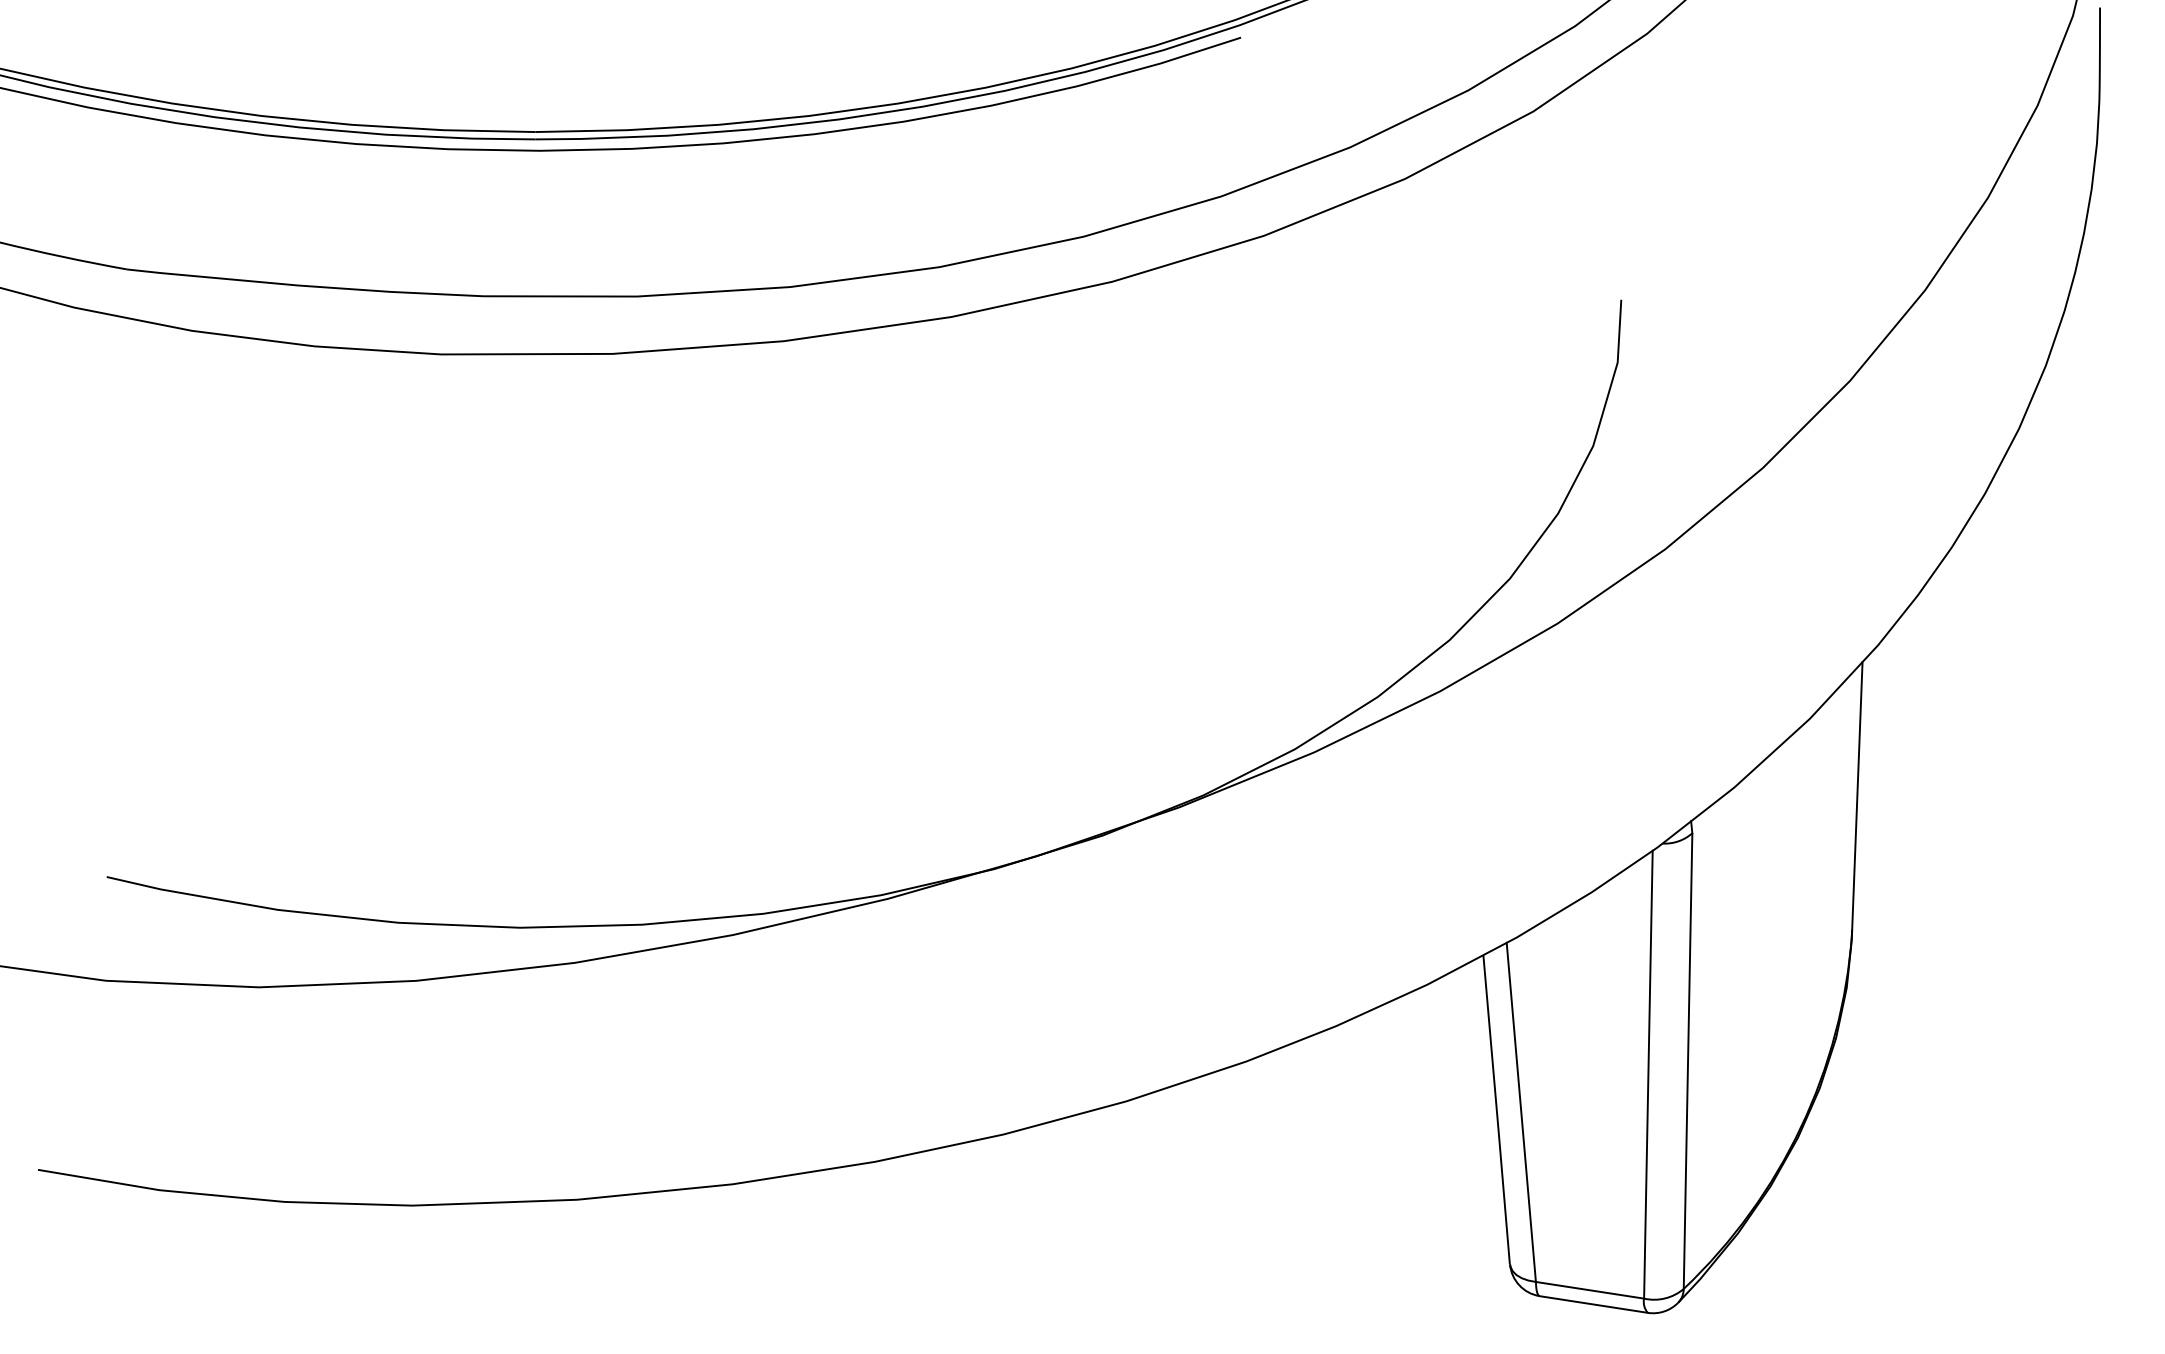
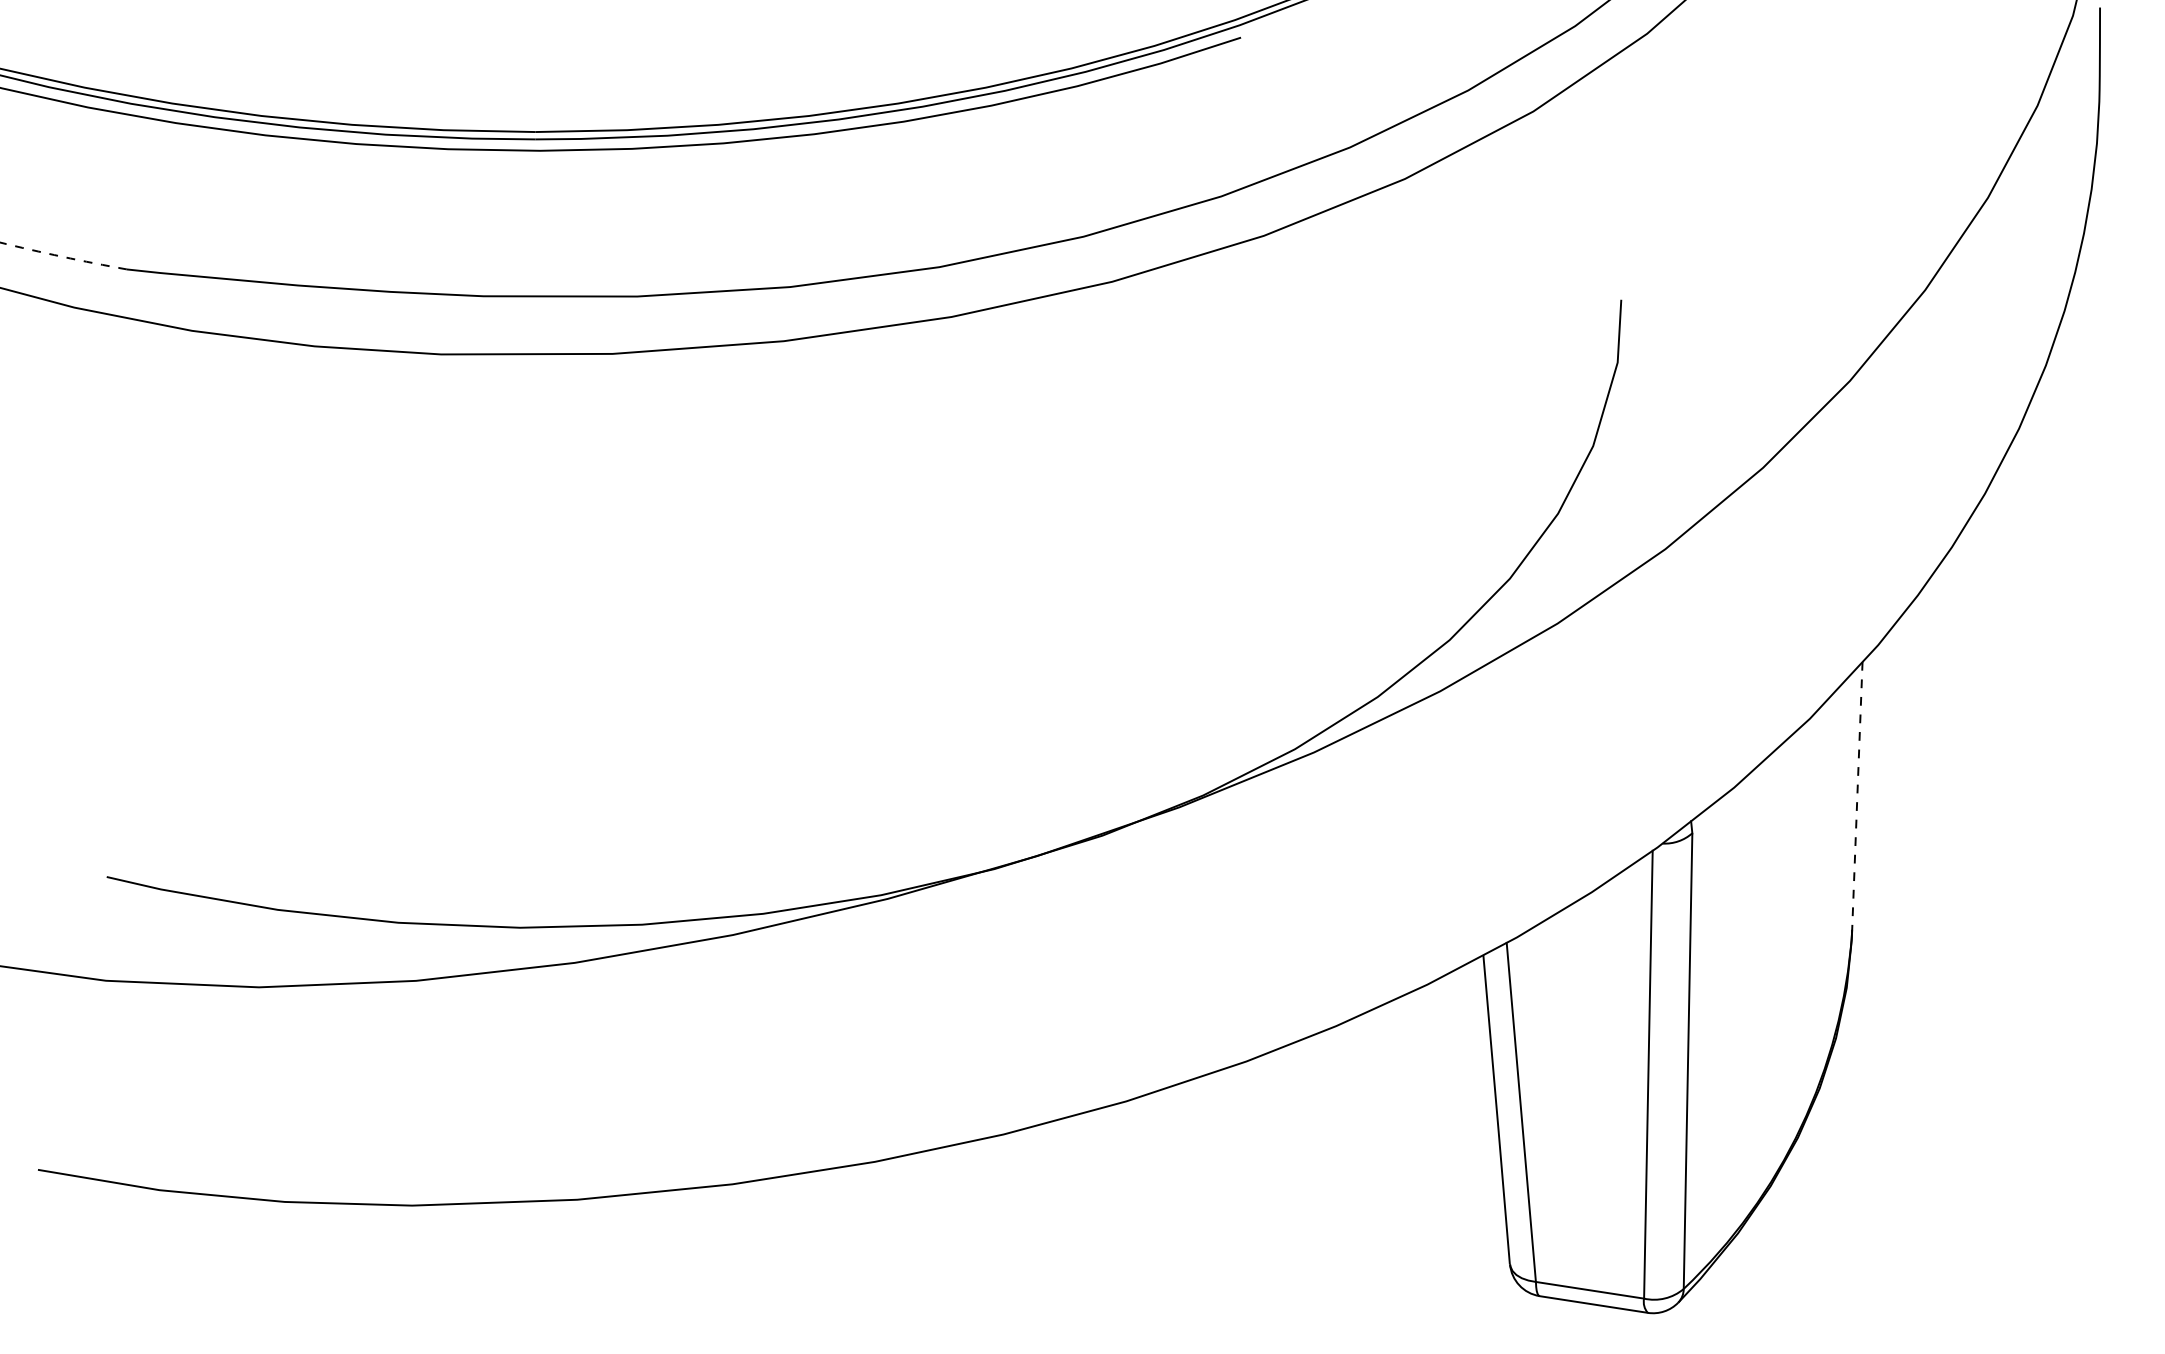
arc at (63, 256): solid -> dashed
line at (1857, 797): solid -> dashed
